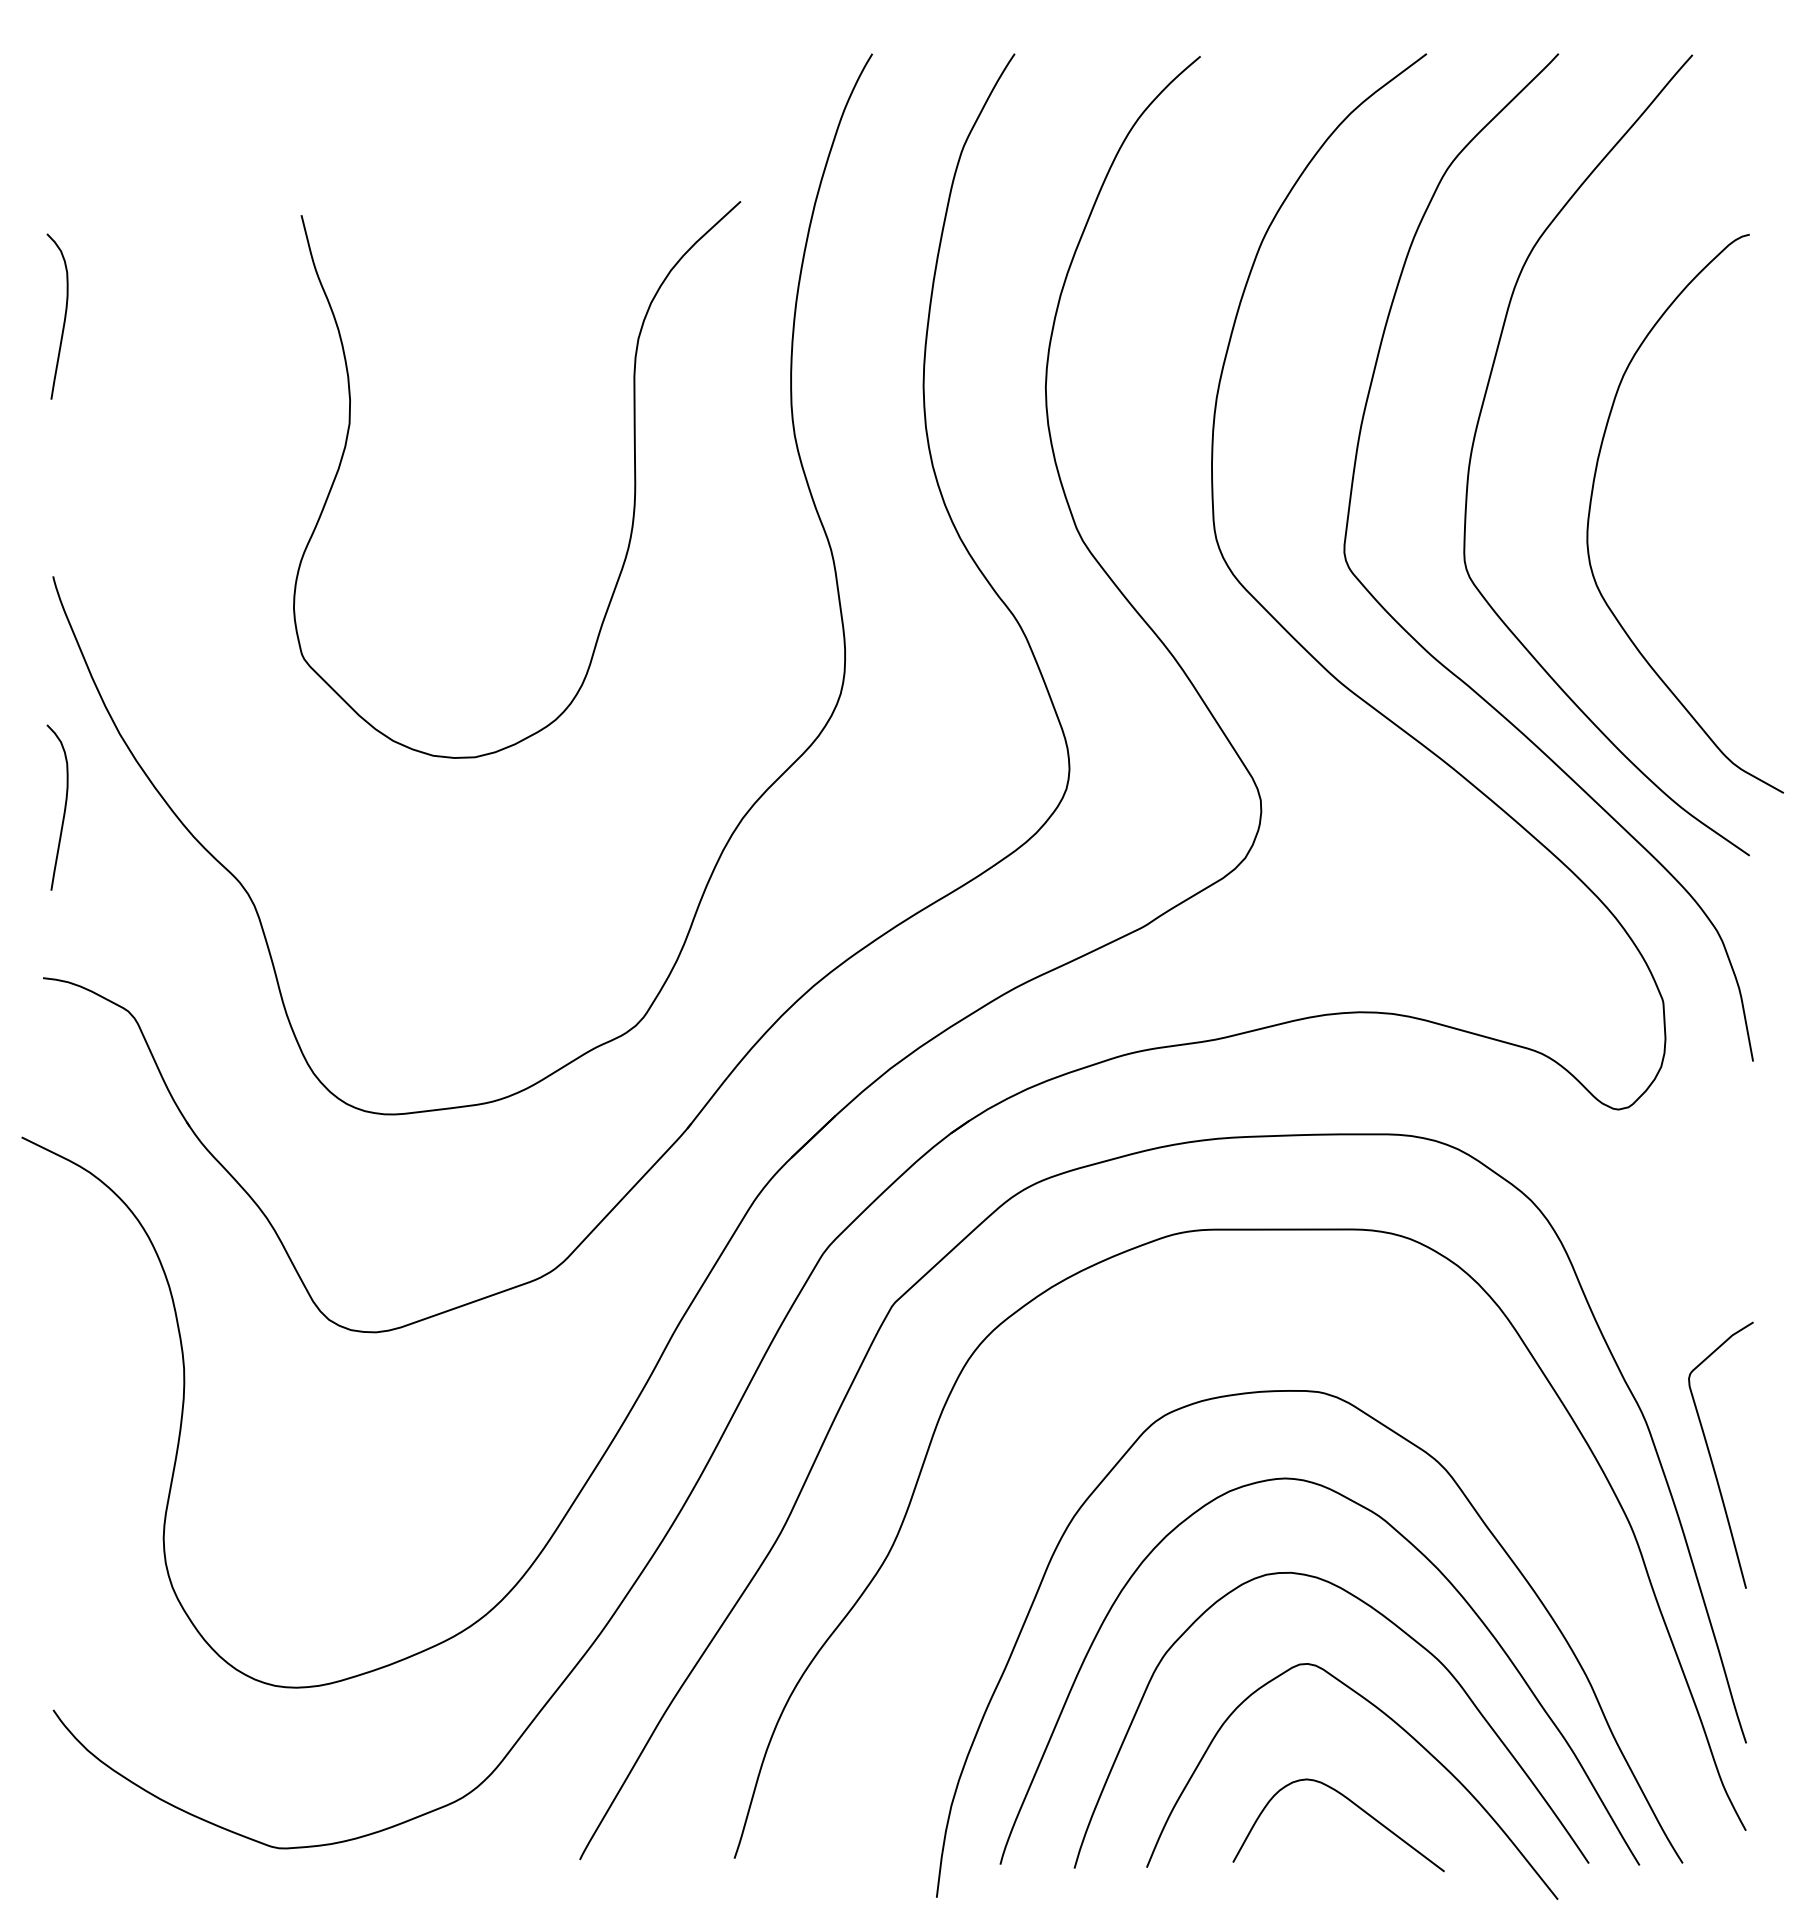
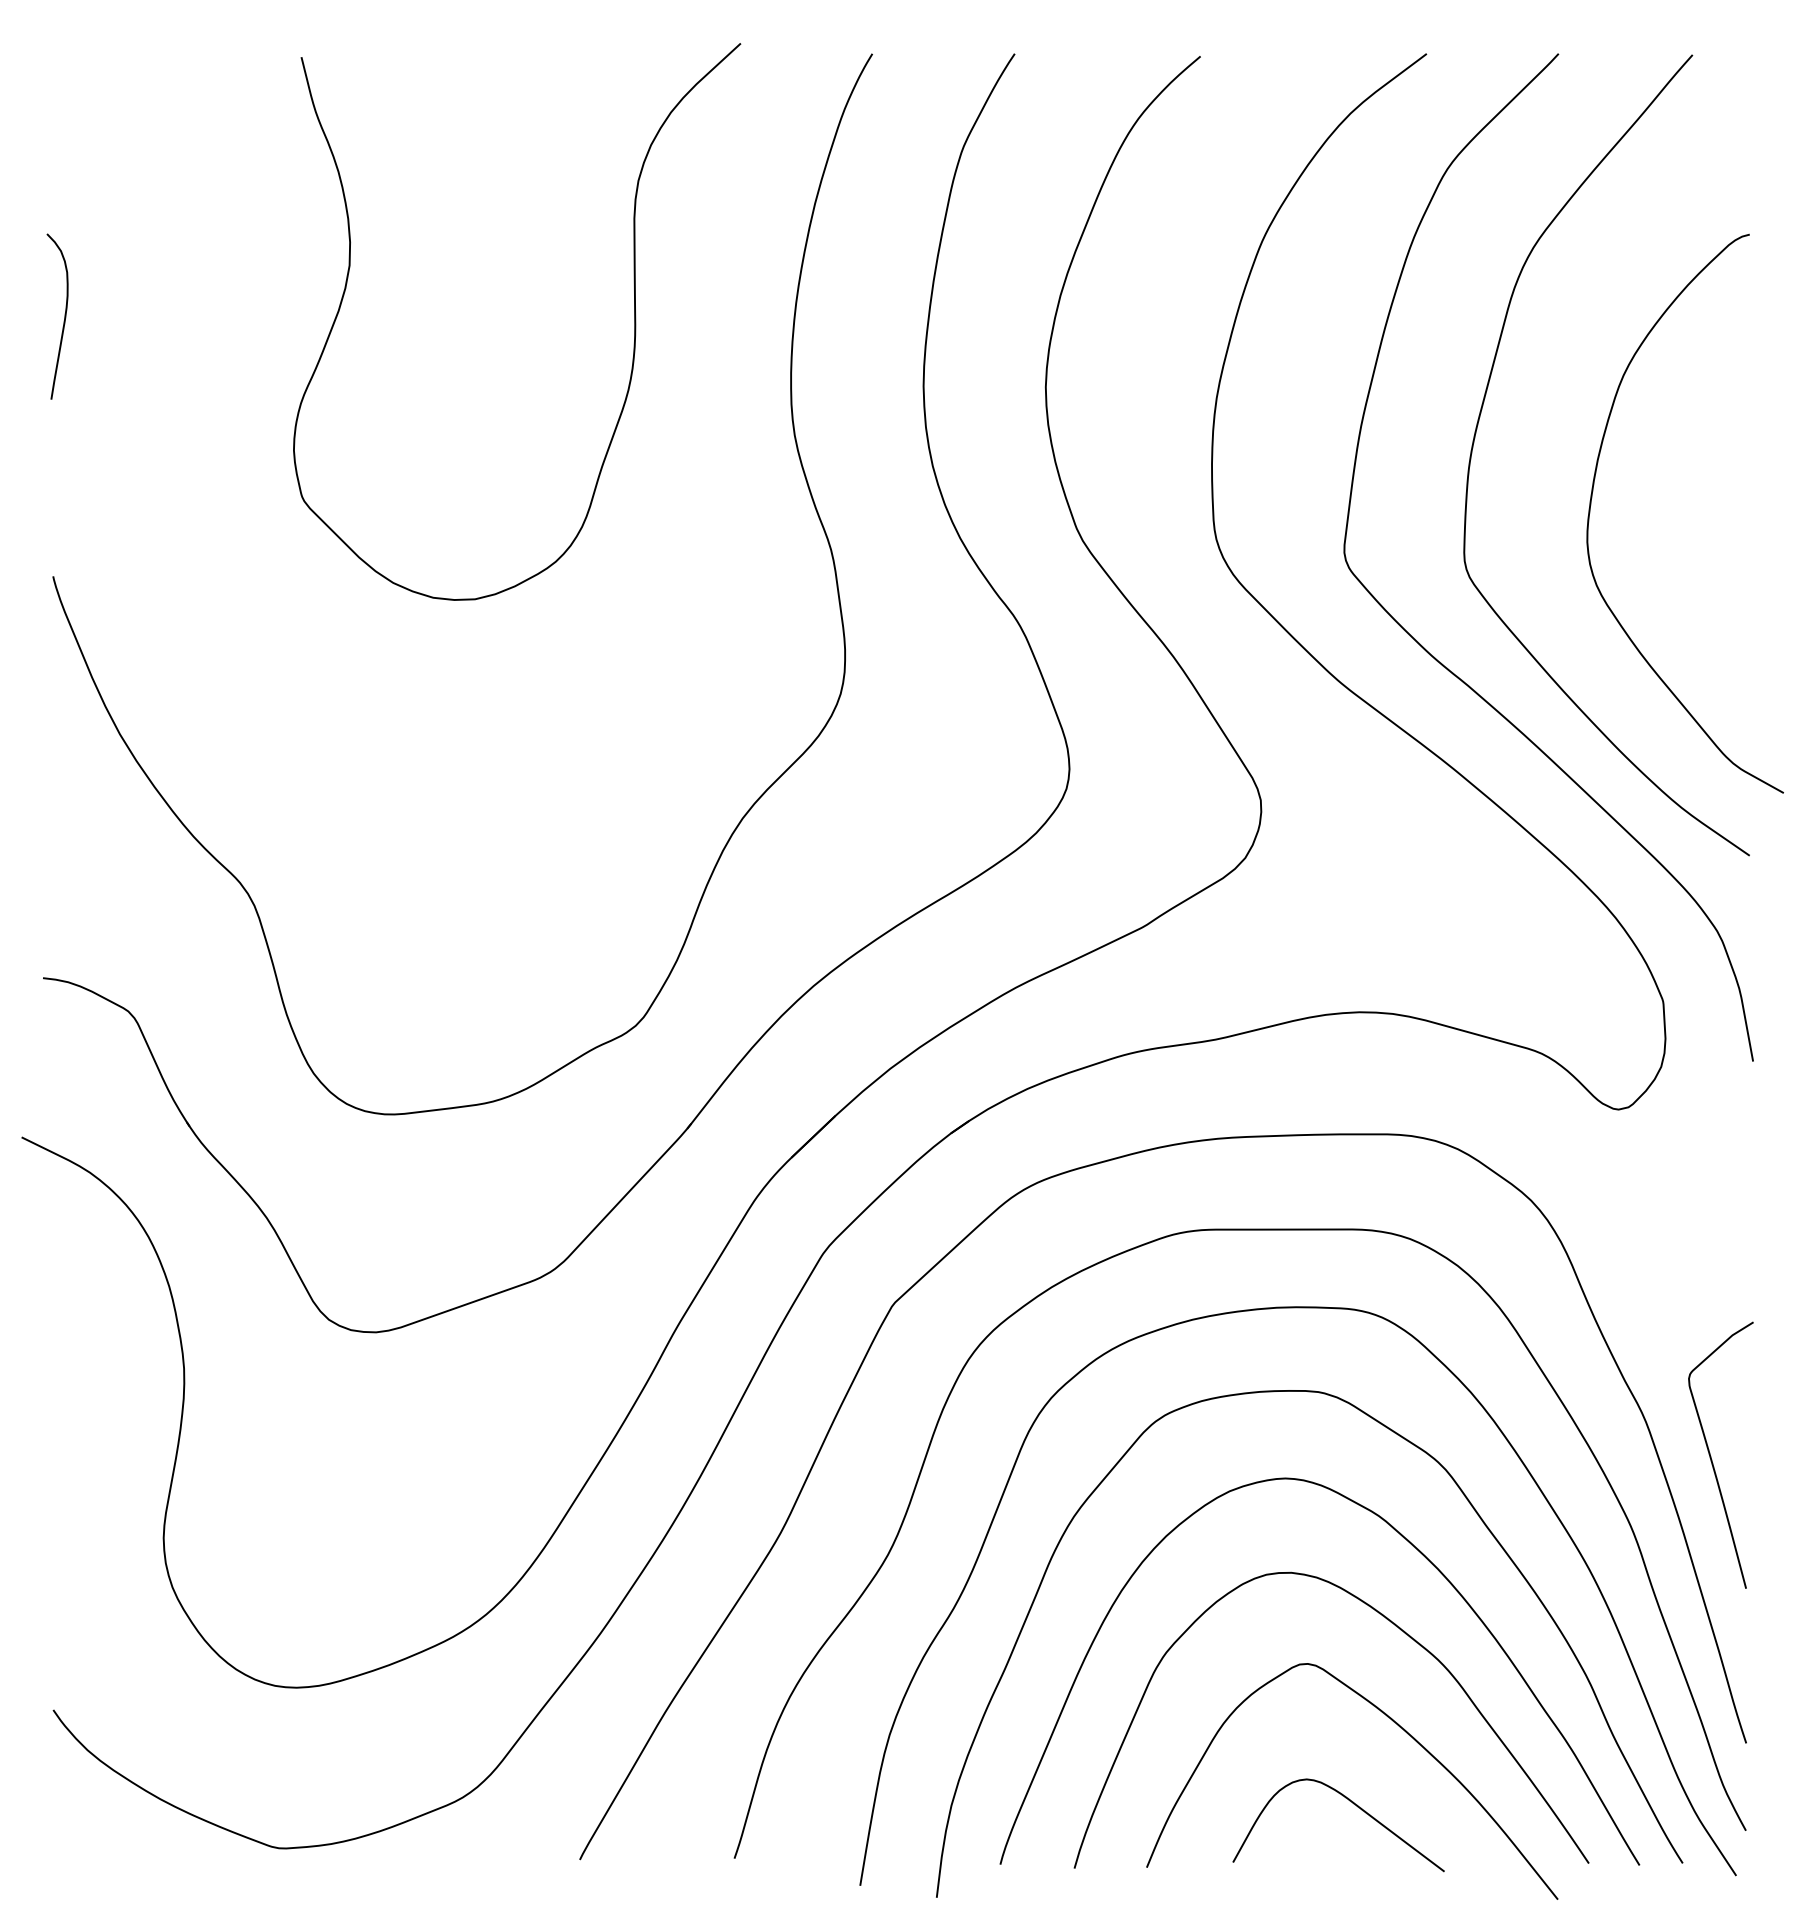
curve at (634, 479) position: (634, 479) -> (634, 321)
curve at (64, 807): present -> none
curve at (1507, 1442): none -> present
